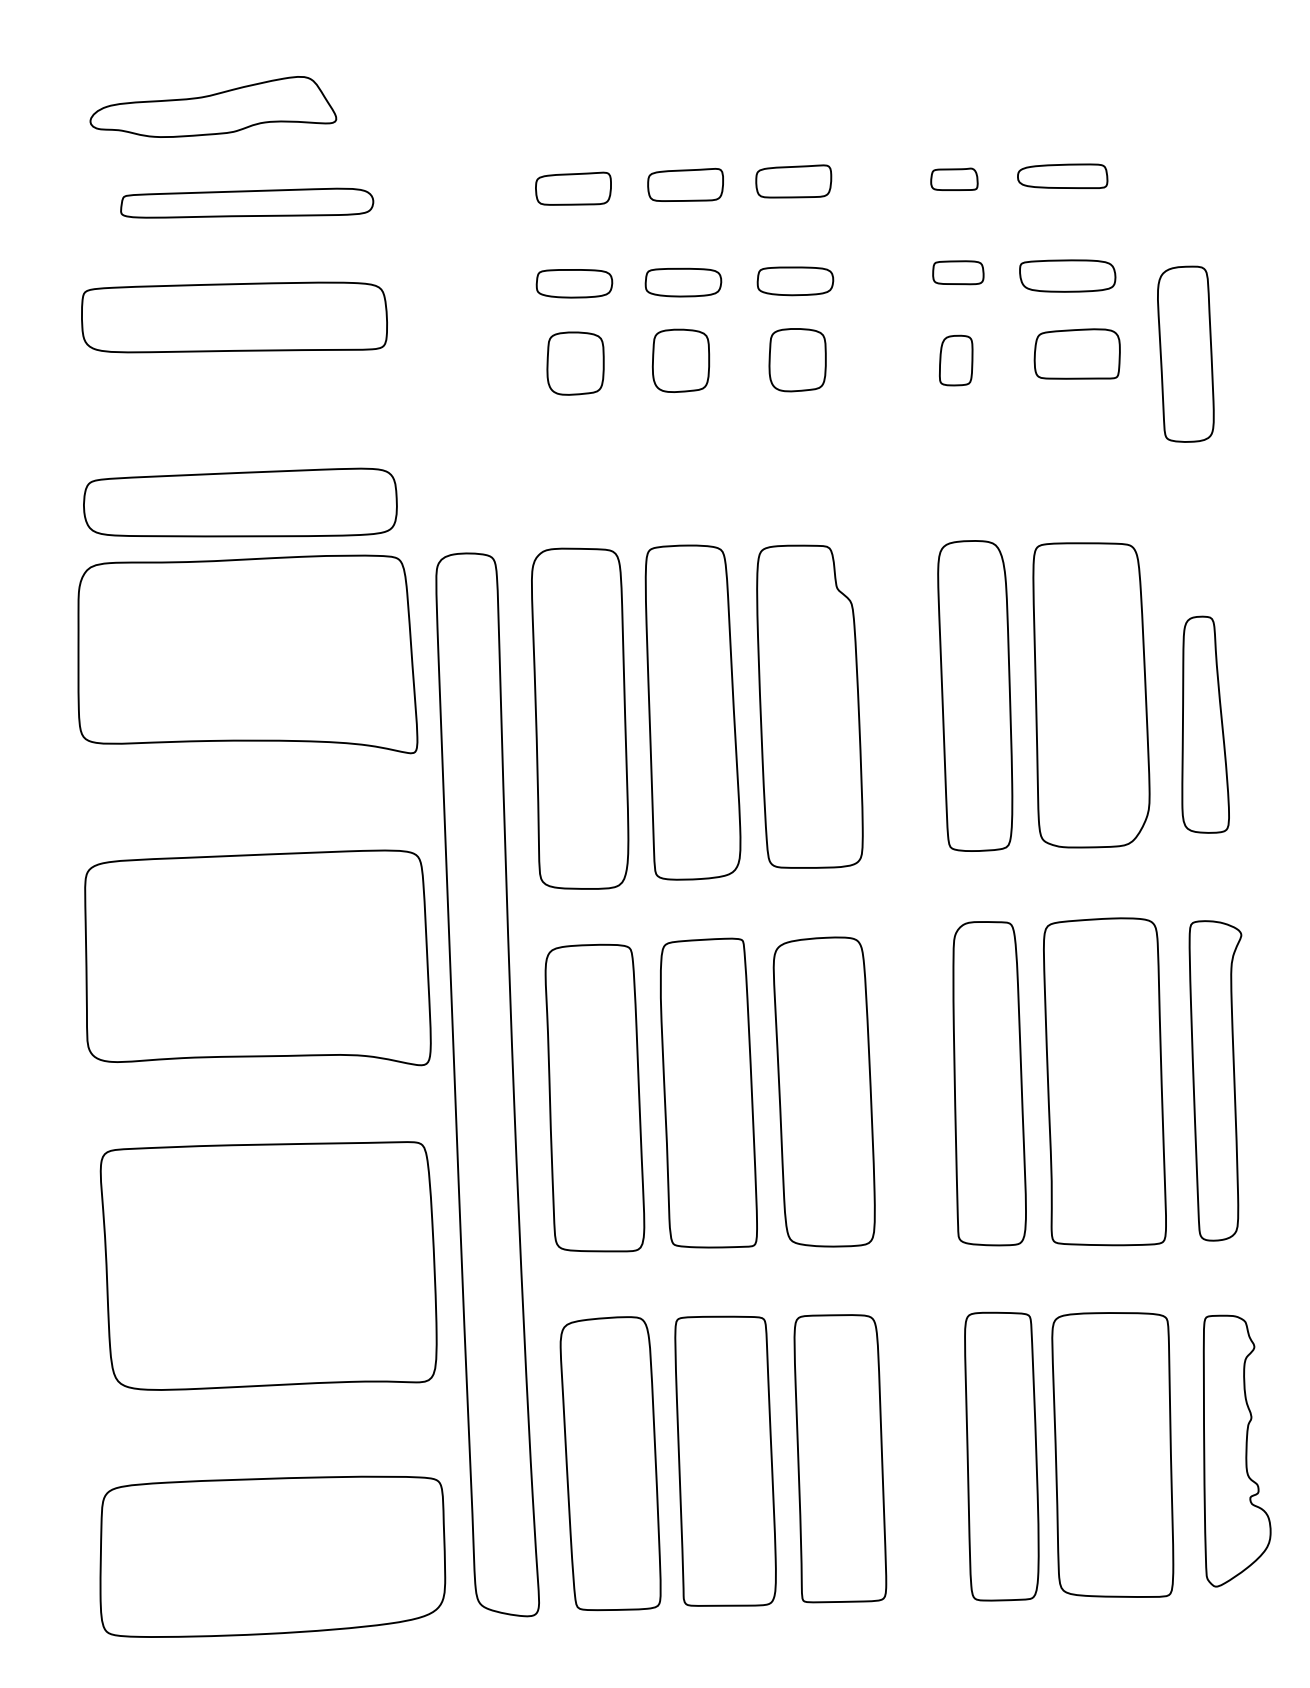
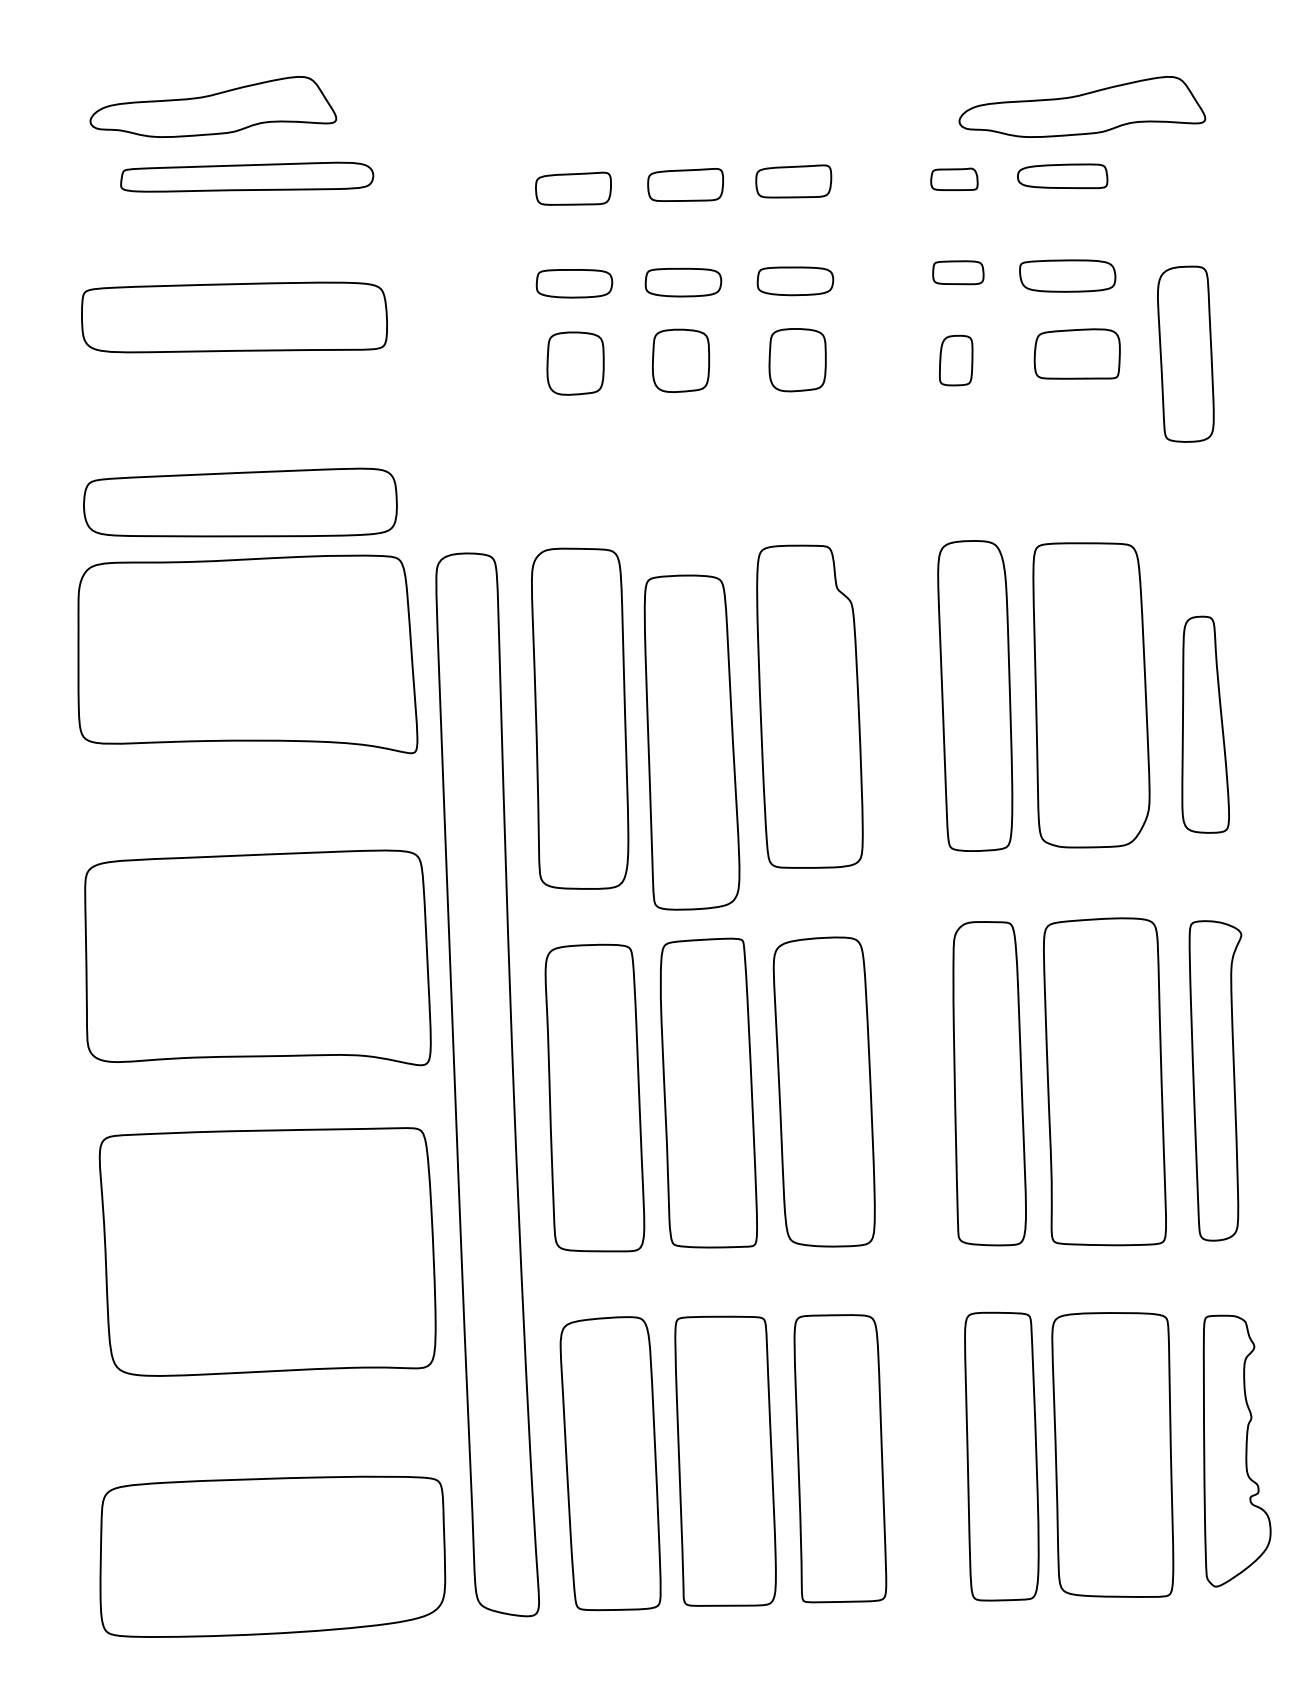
part at (1082, 106): none -> present
part at (247, 202) position: (247, 202) -> (247, 176)
part at (692, 712) position: (692, 712) -> (691, 742)
part at (268, 1265) position: (268, 1265) -> (267, 1251)
